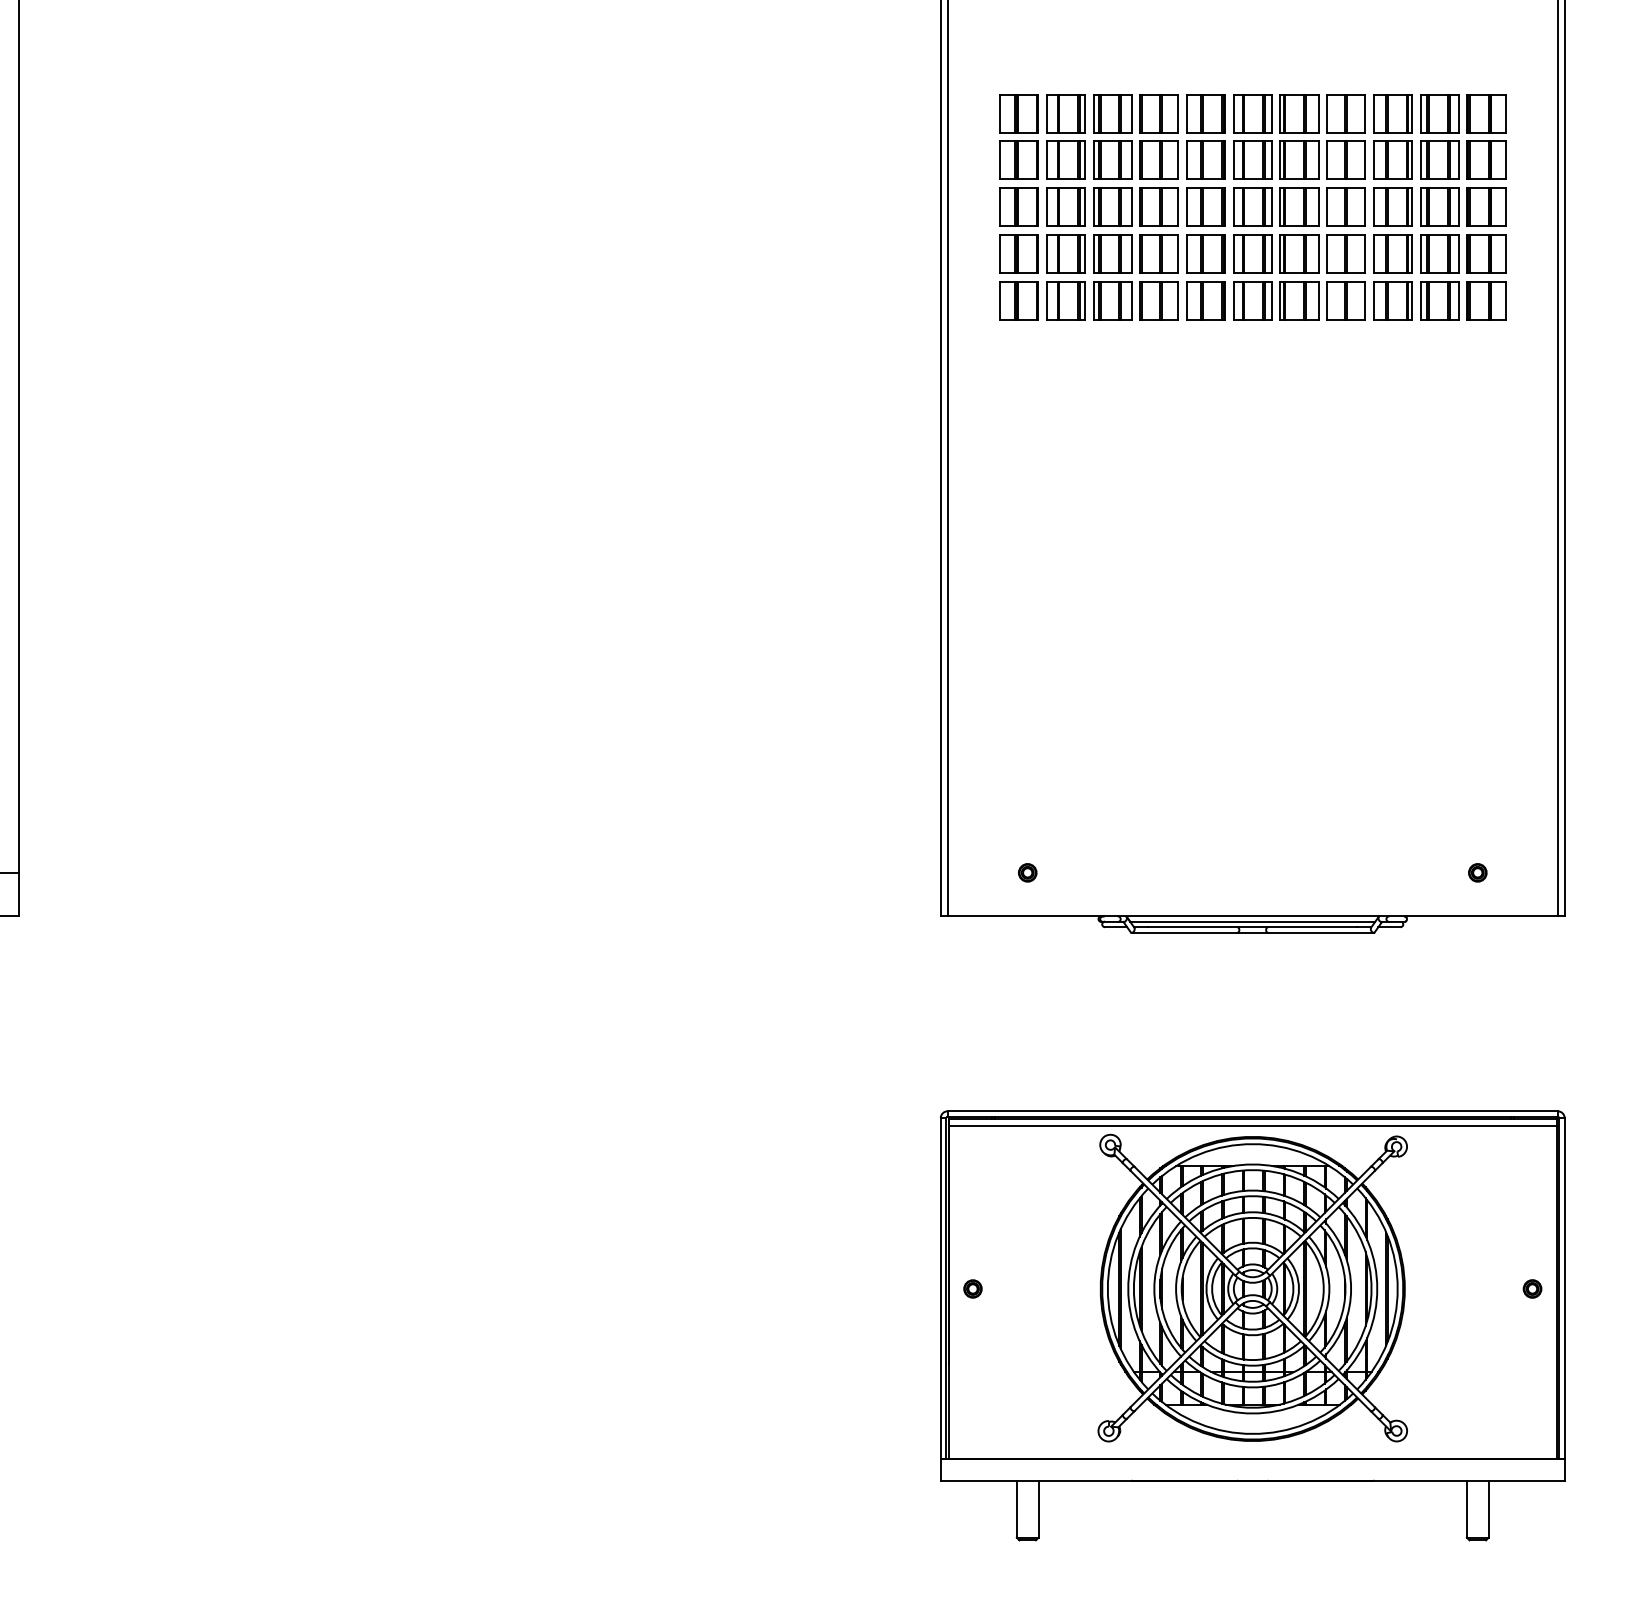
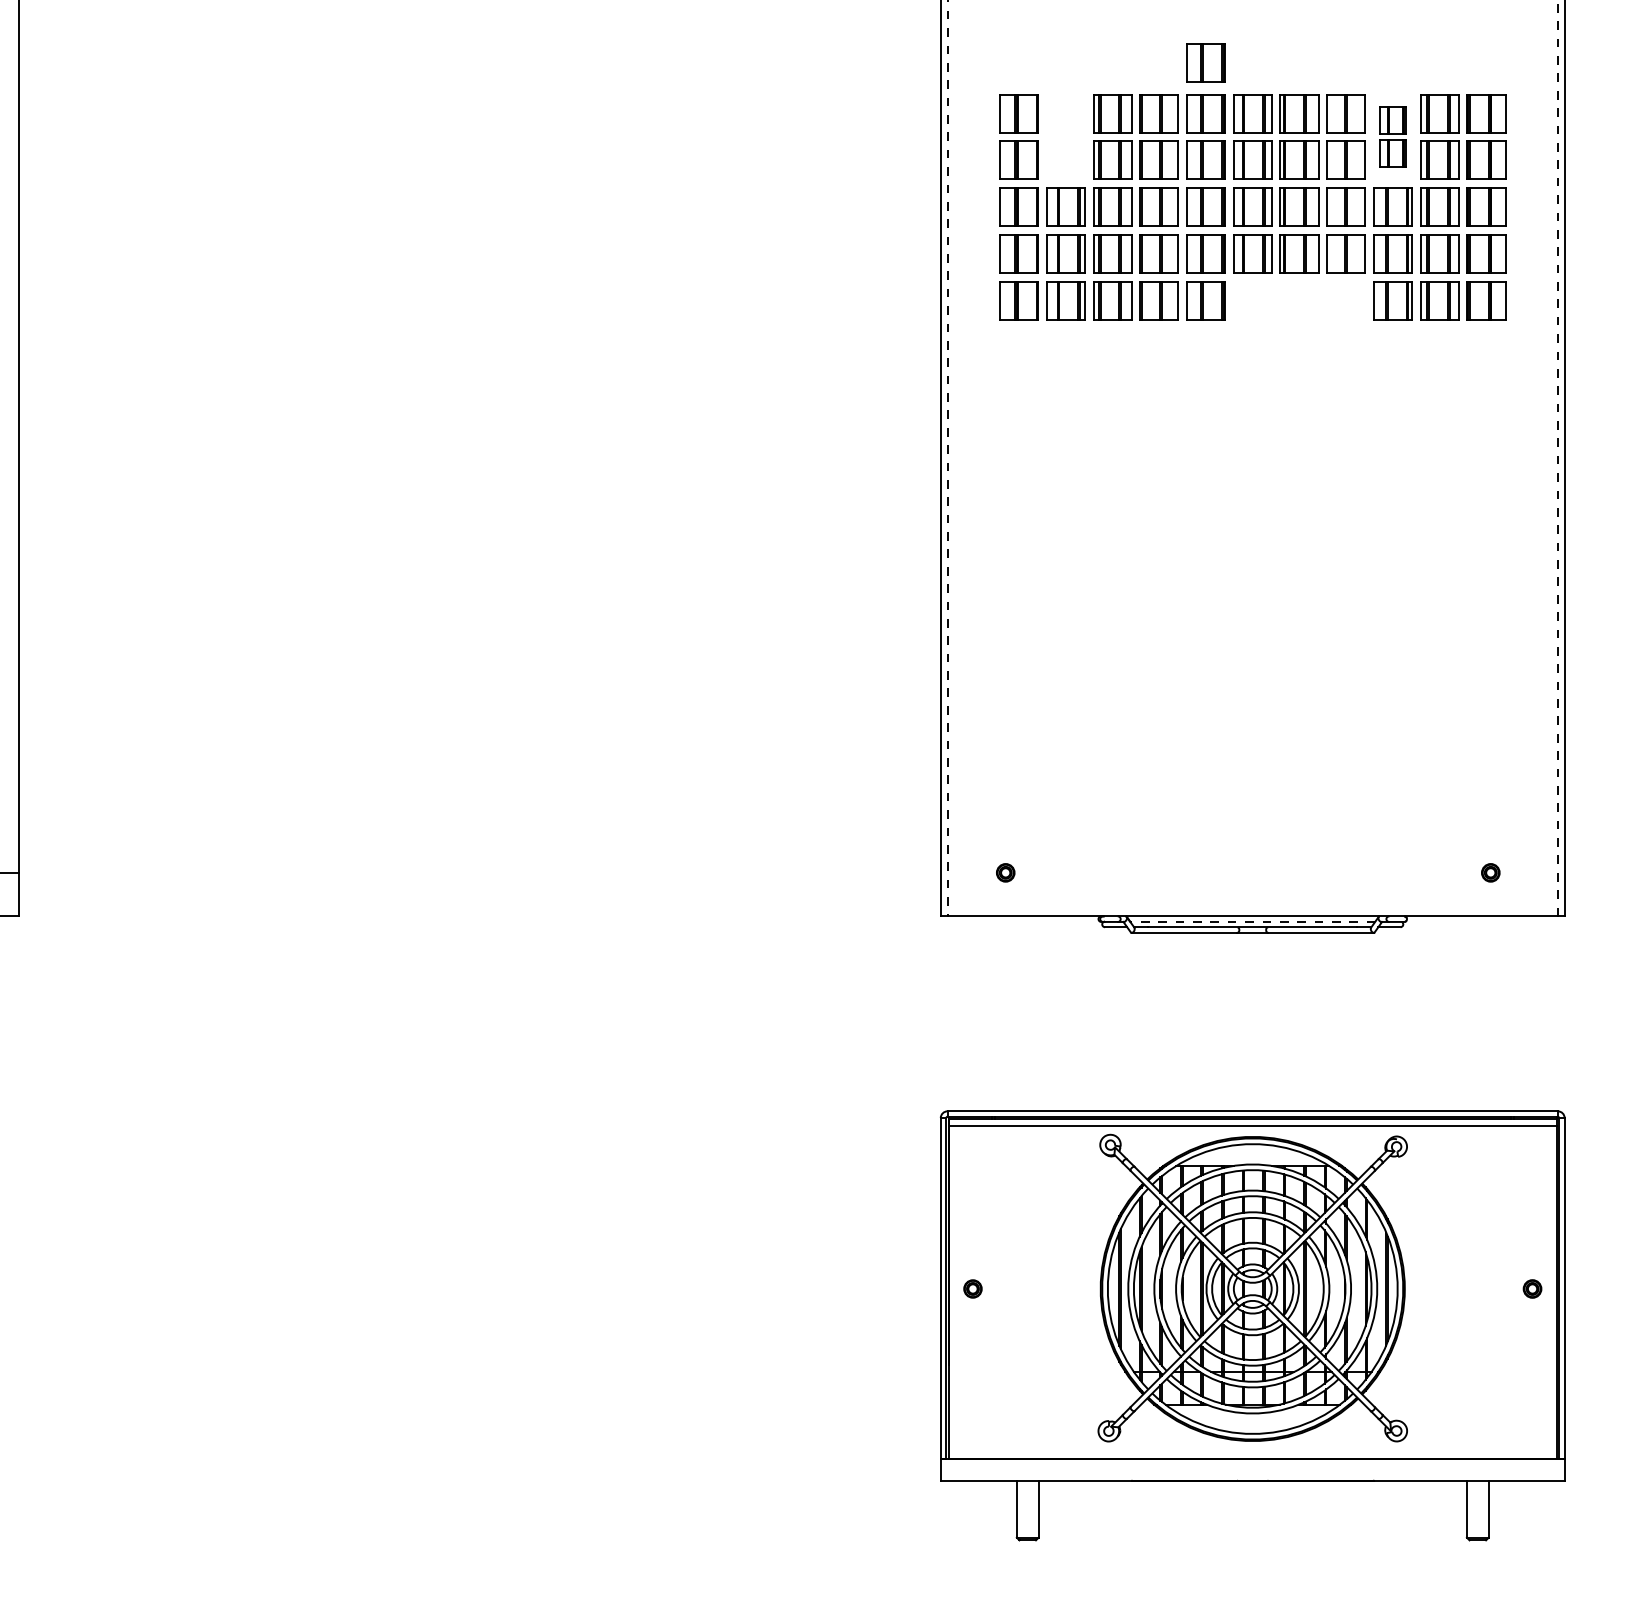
part at (1205, 62): none -> present
part at (1065, 136): present -> none
part at (1392, 136) size: 40x86 px -> 28x62 px
part at (1299, 300): present -> none
line at (947, 458): solid -> dashed
line at (1557, 458): solid -> dashed
part at (1027, 872) position: (1027, 872) -> (1005, 872)
part at (1477, 872) position: (1477, 872) -> (1490, 872)
line at (1252, 921): solid -> dashed
